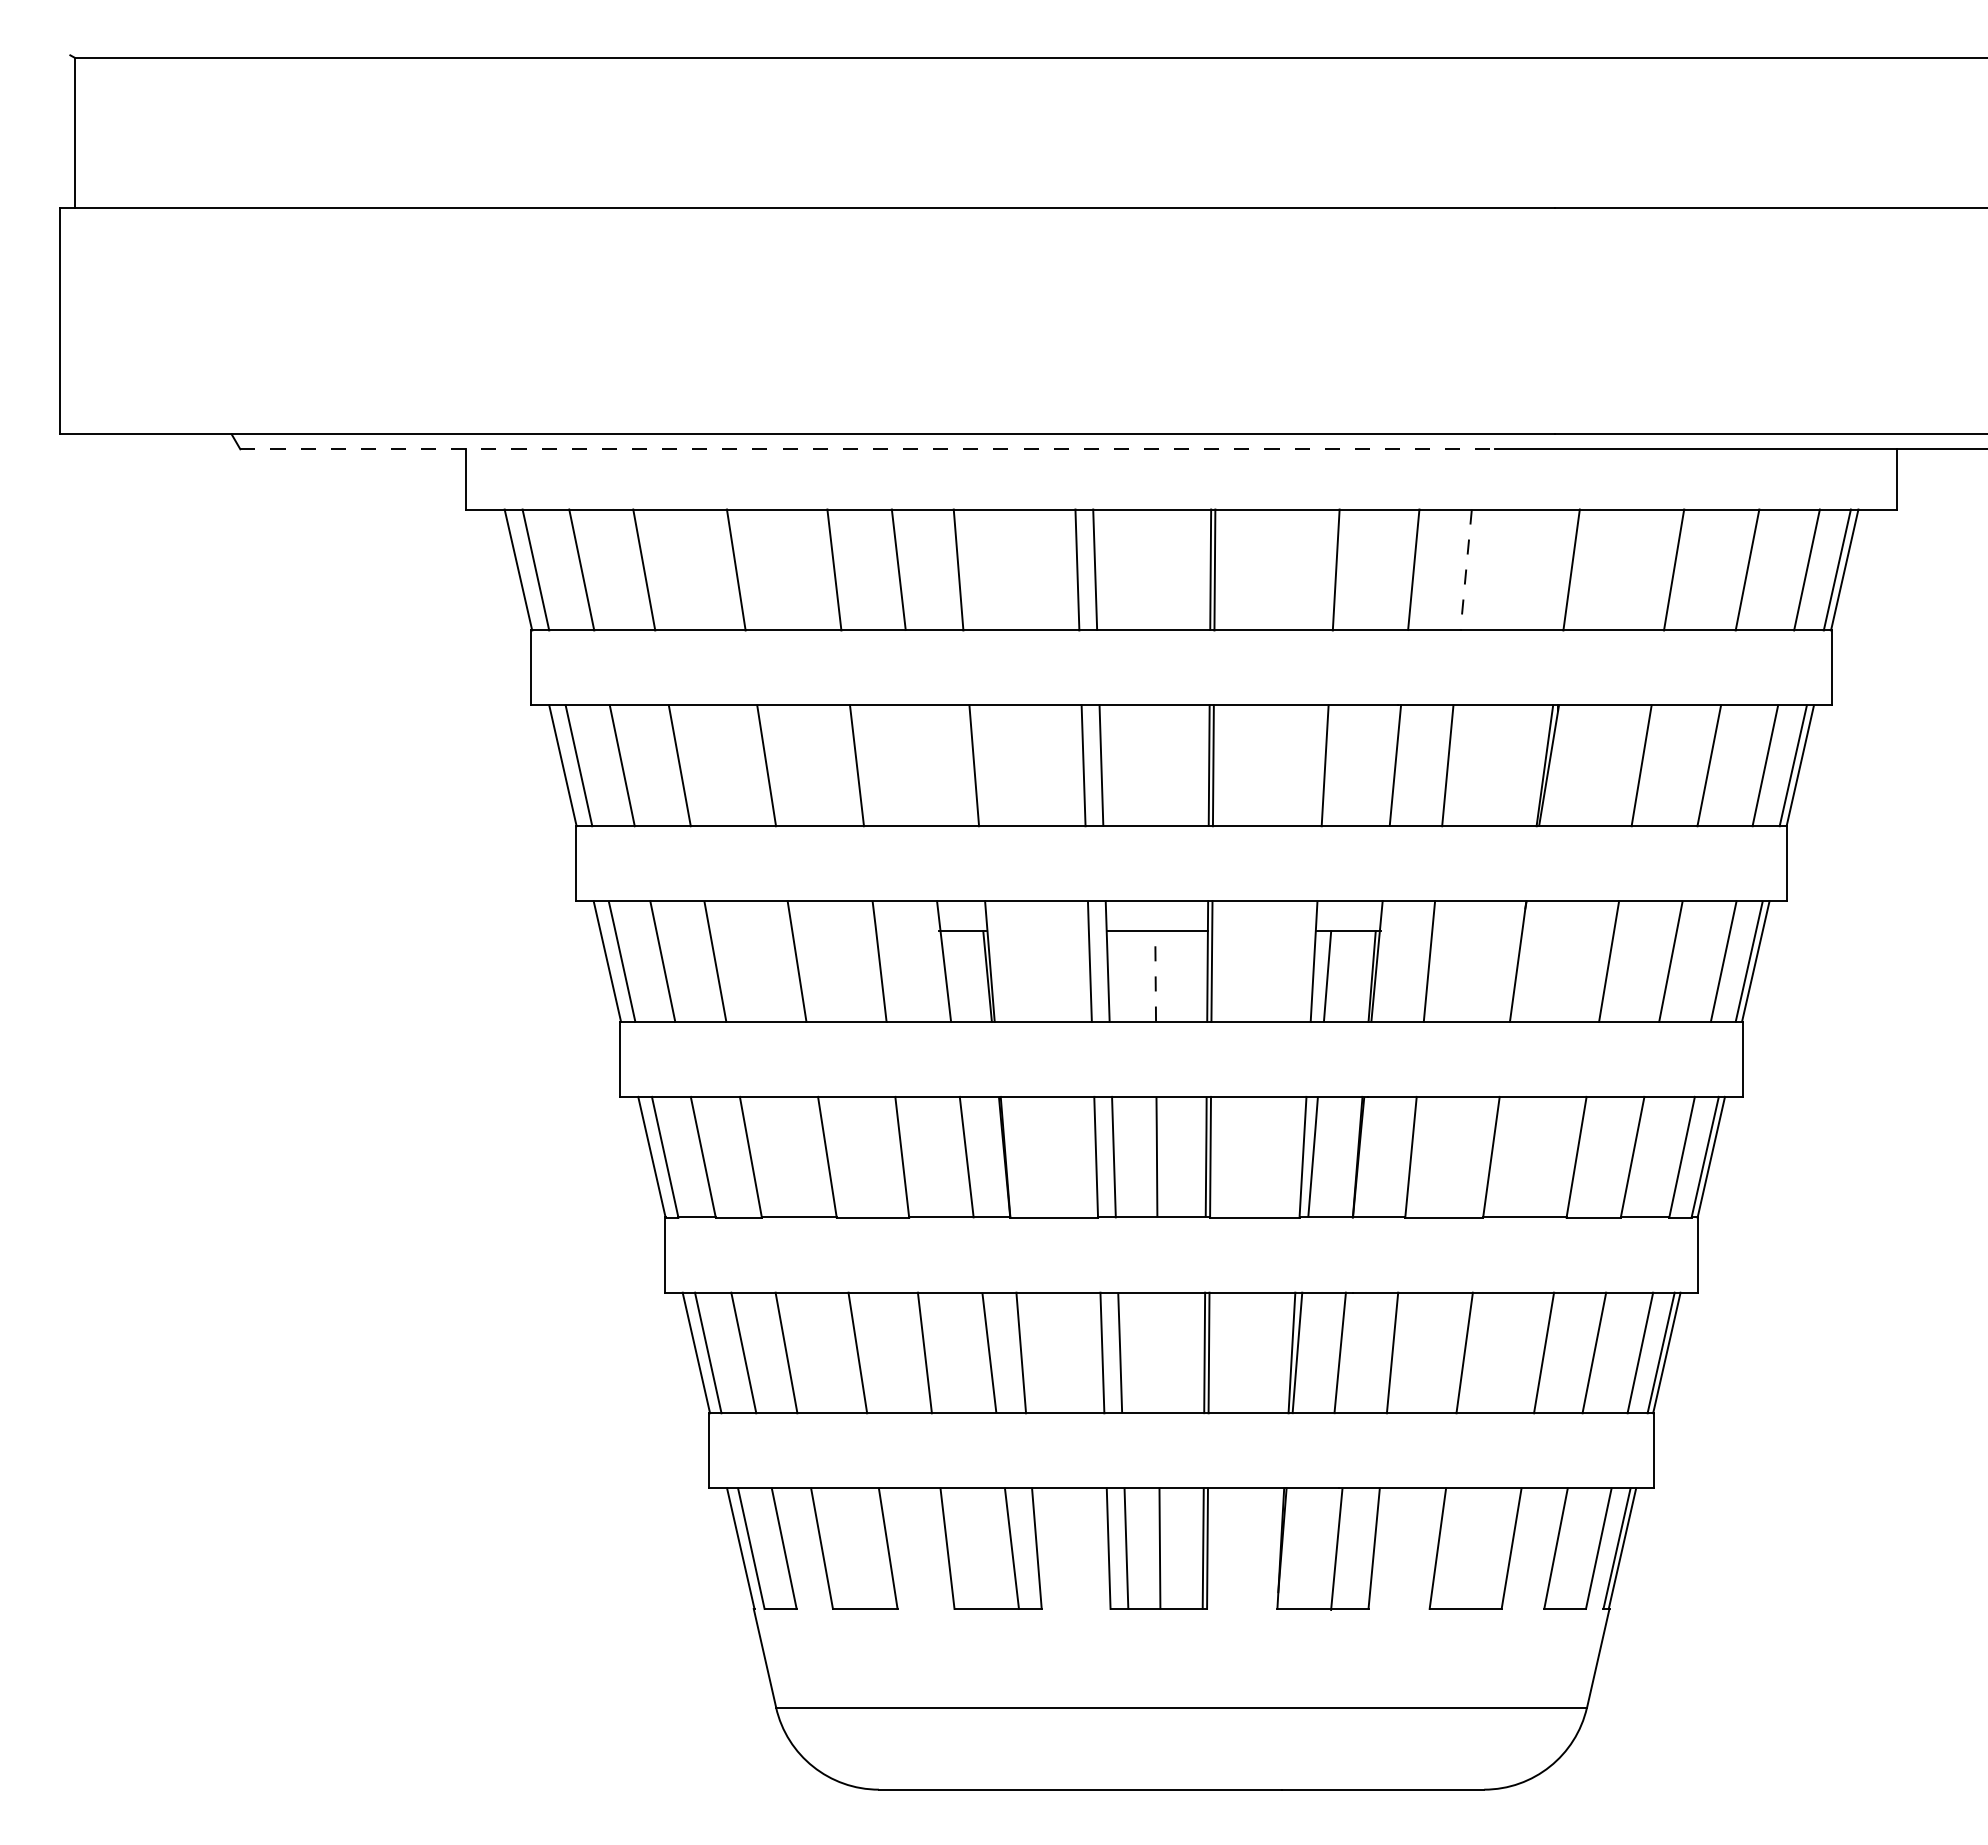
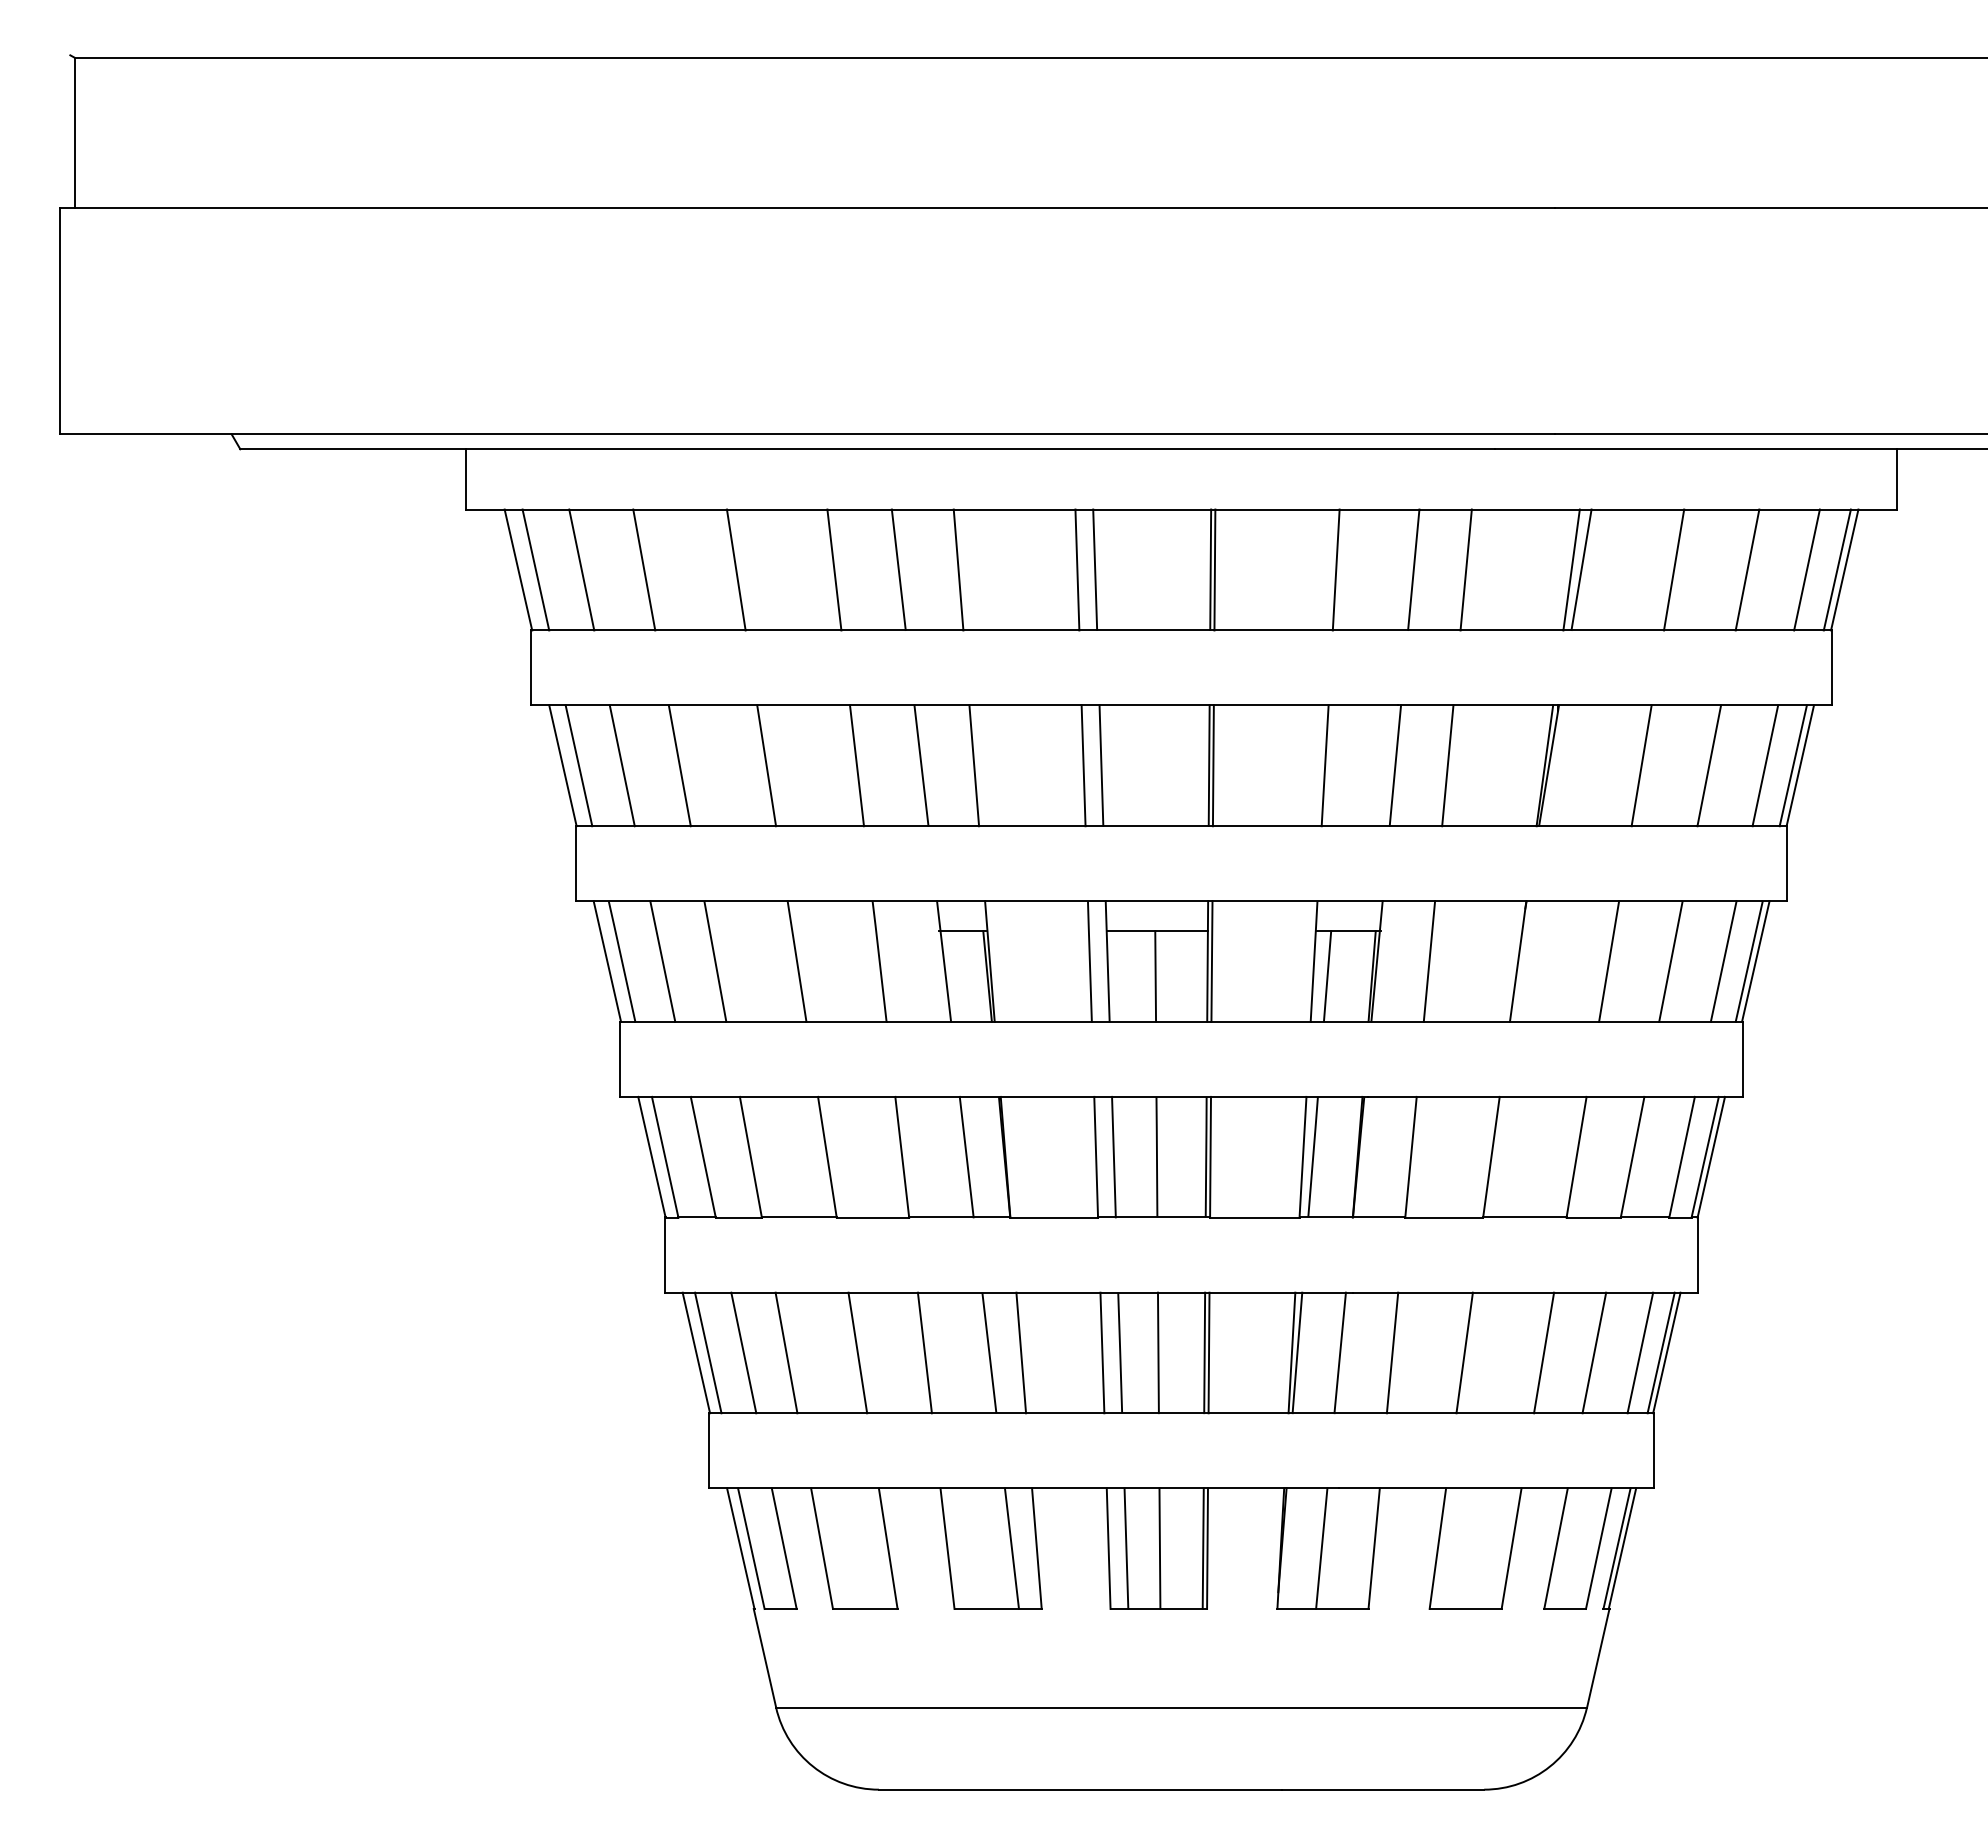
line at (867, 449): dashed -> solid
line at (1581, 569): none -> present
line at (1466, 570): dashed -> solid
line at (921, 765): none -> present
line at (1155, 975): dashed -> solid
line at (1157, 1352): none -> present
line at (1336, 1549) position: (1336, 1549) -> (1321, 1548)
